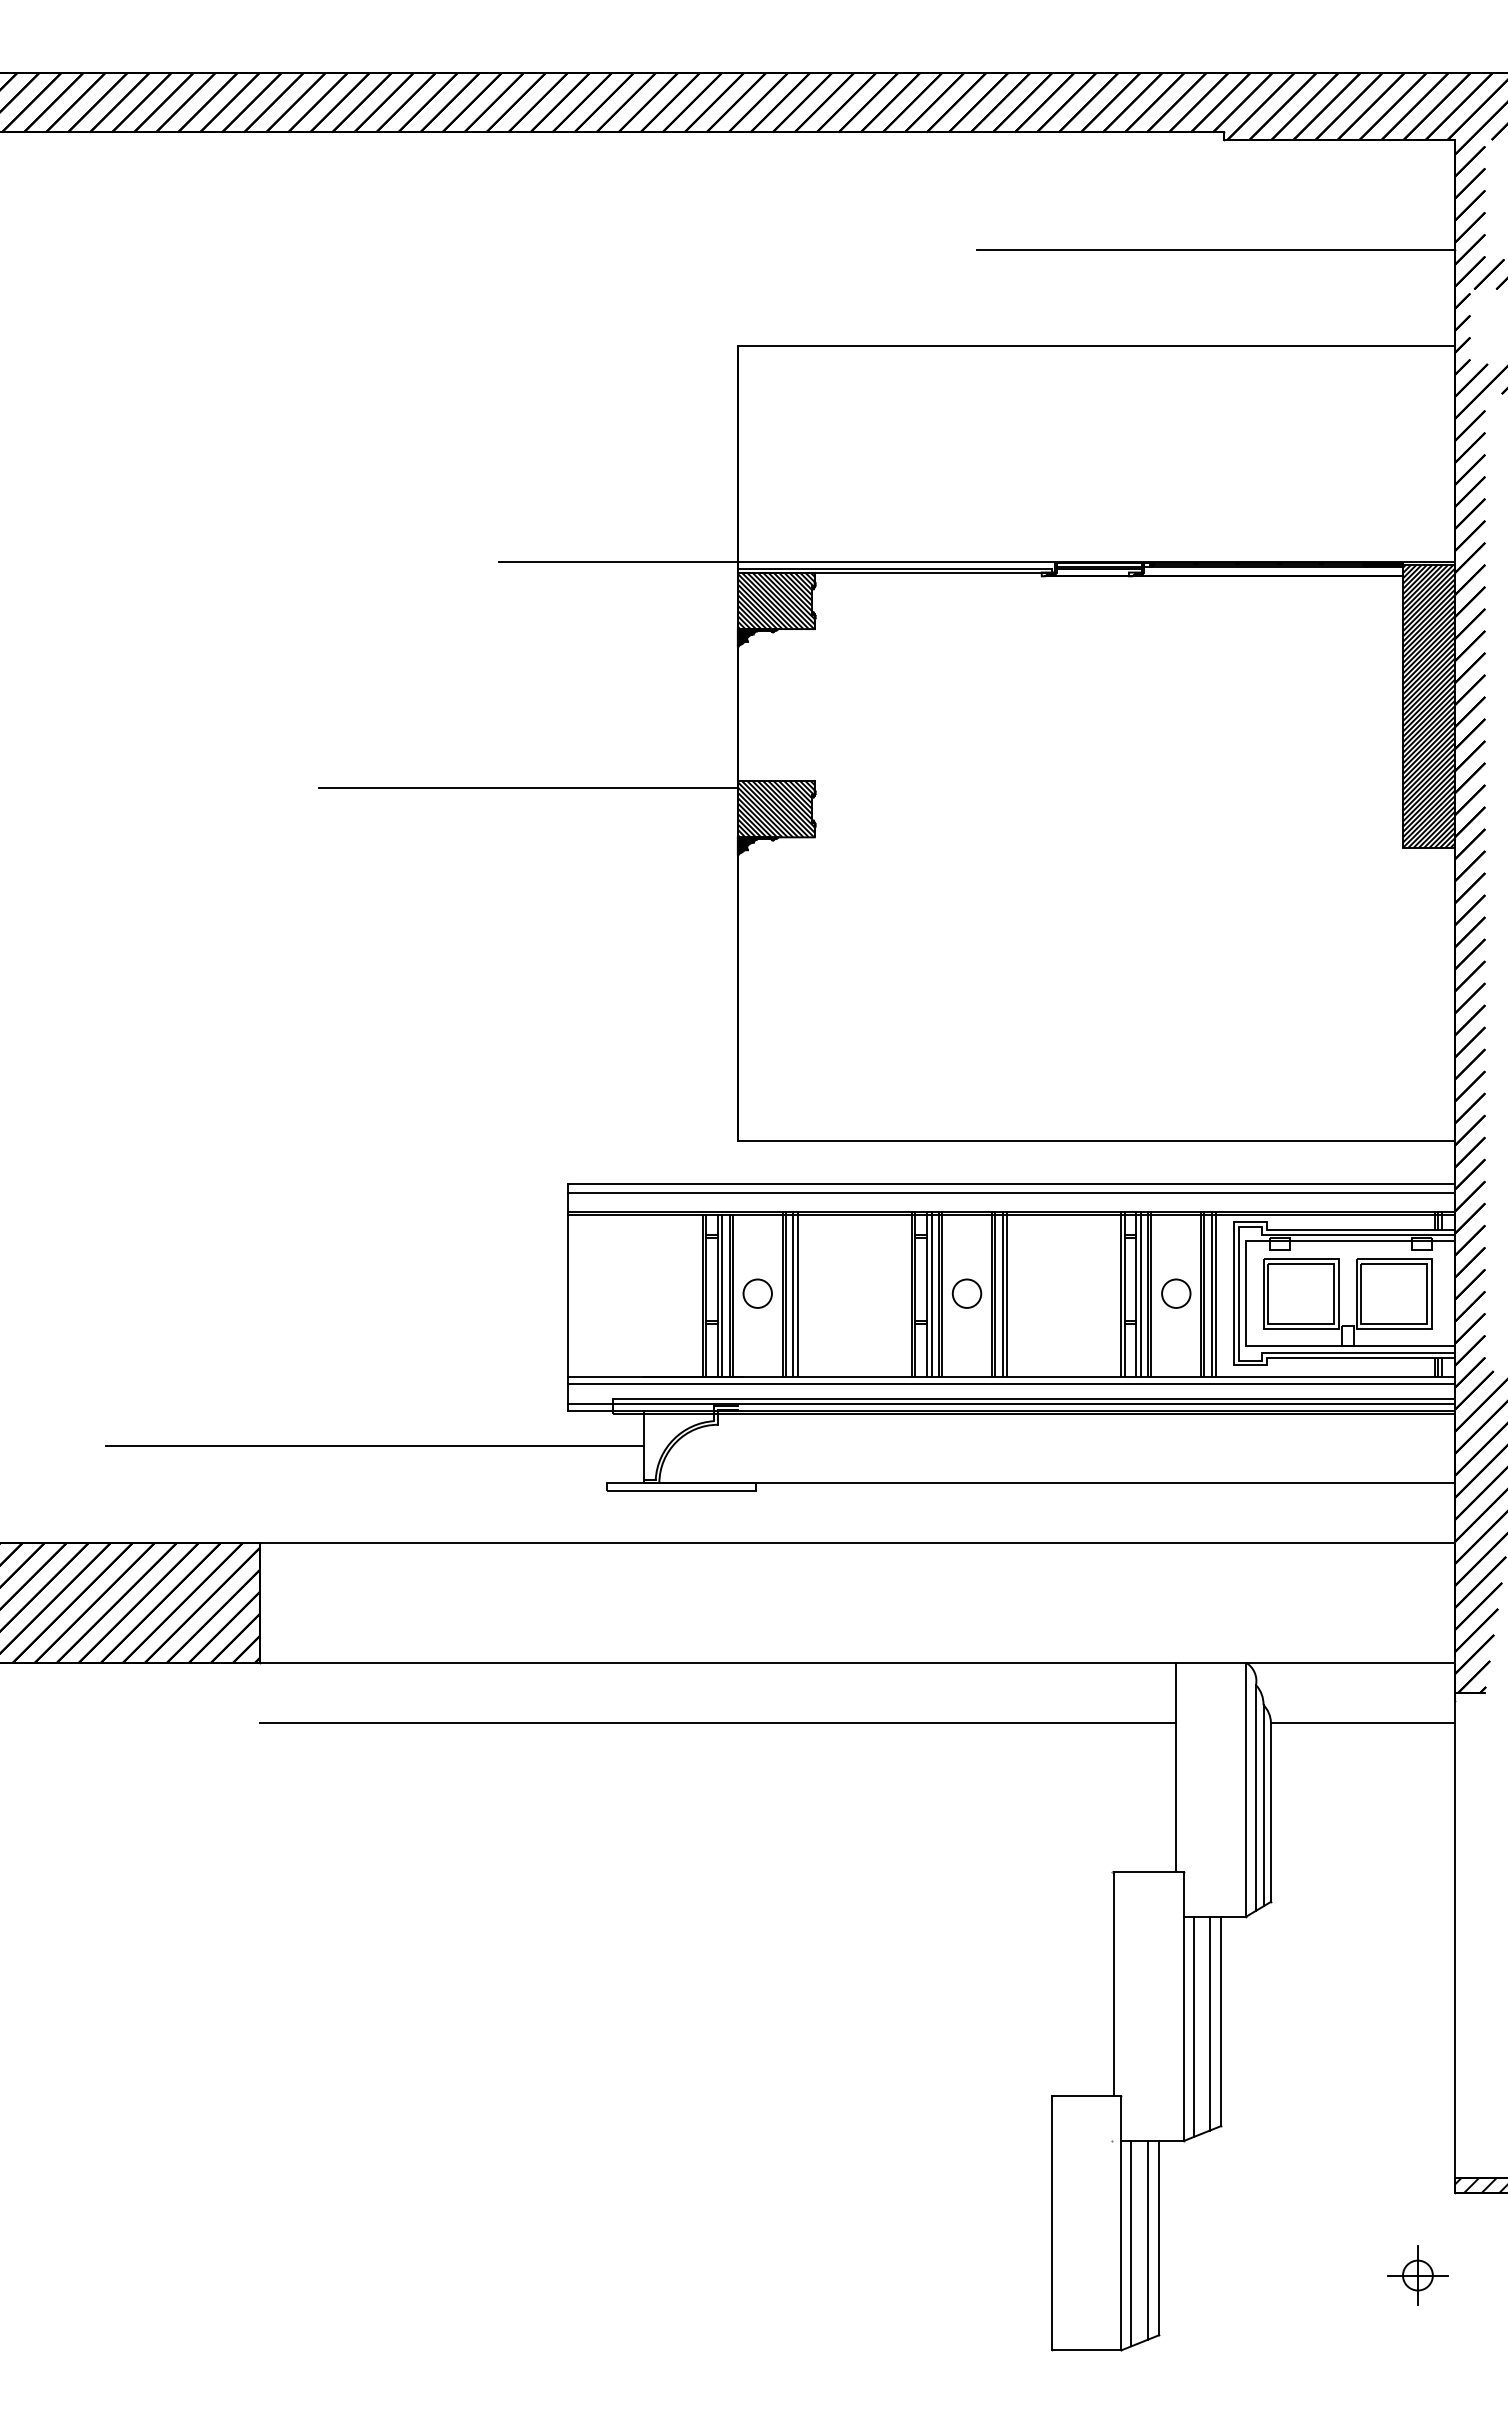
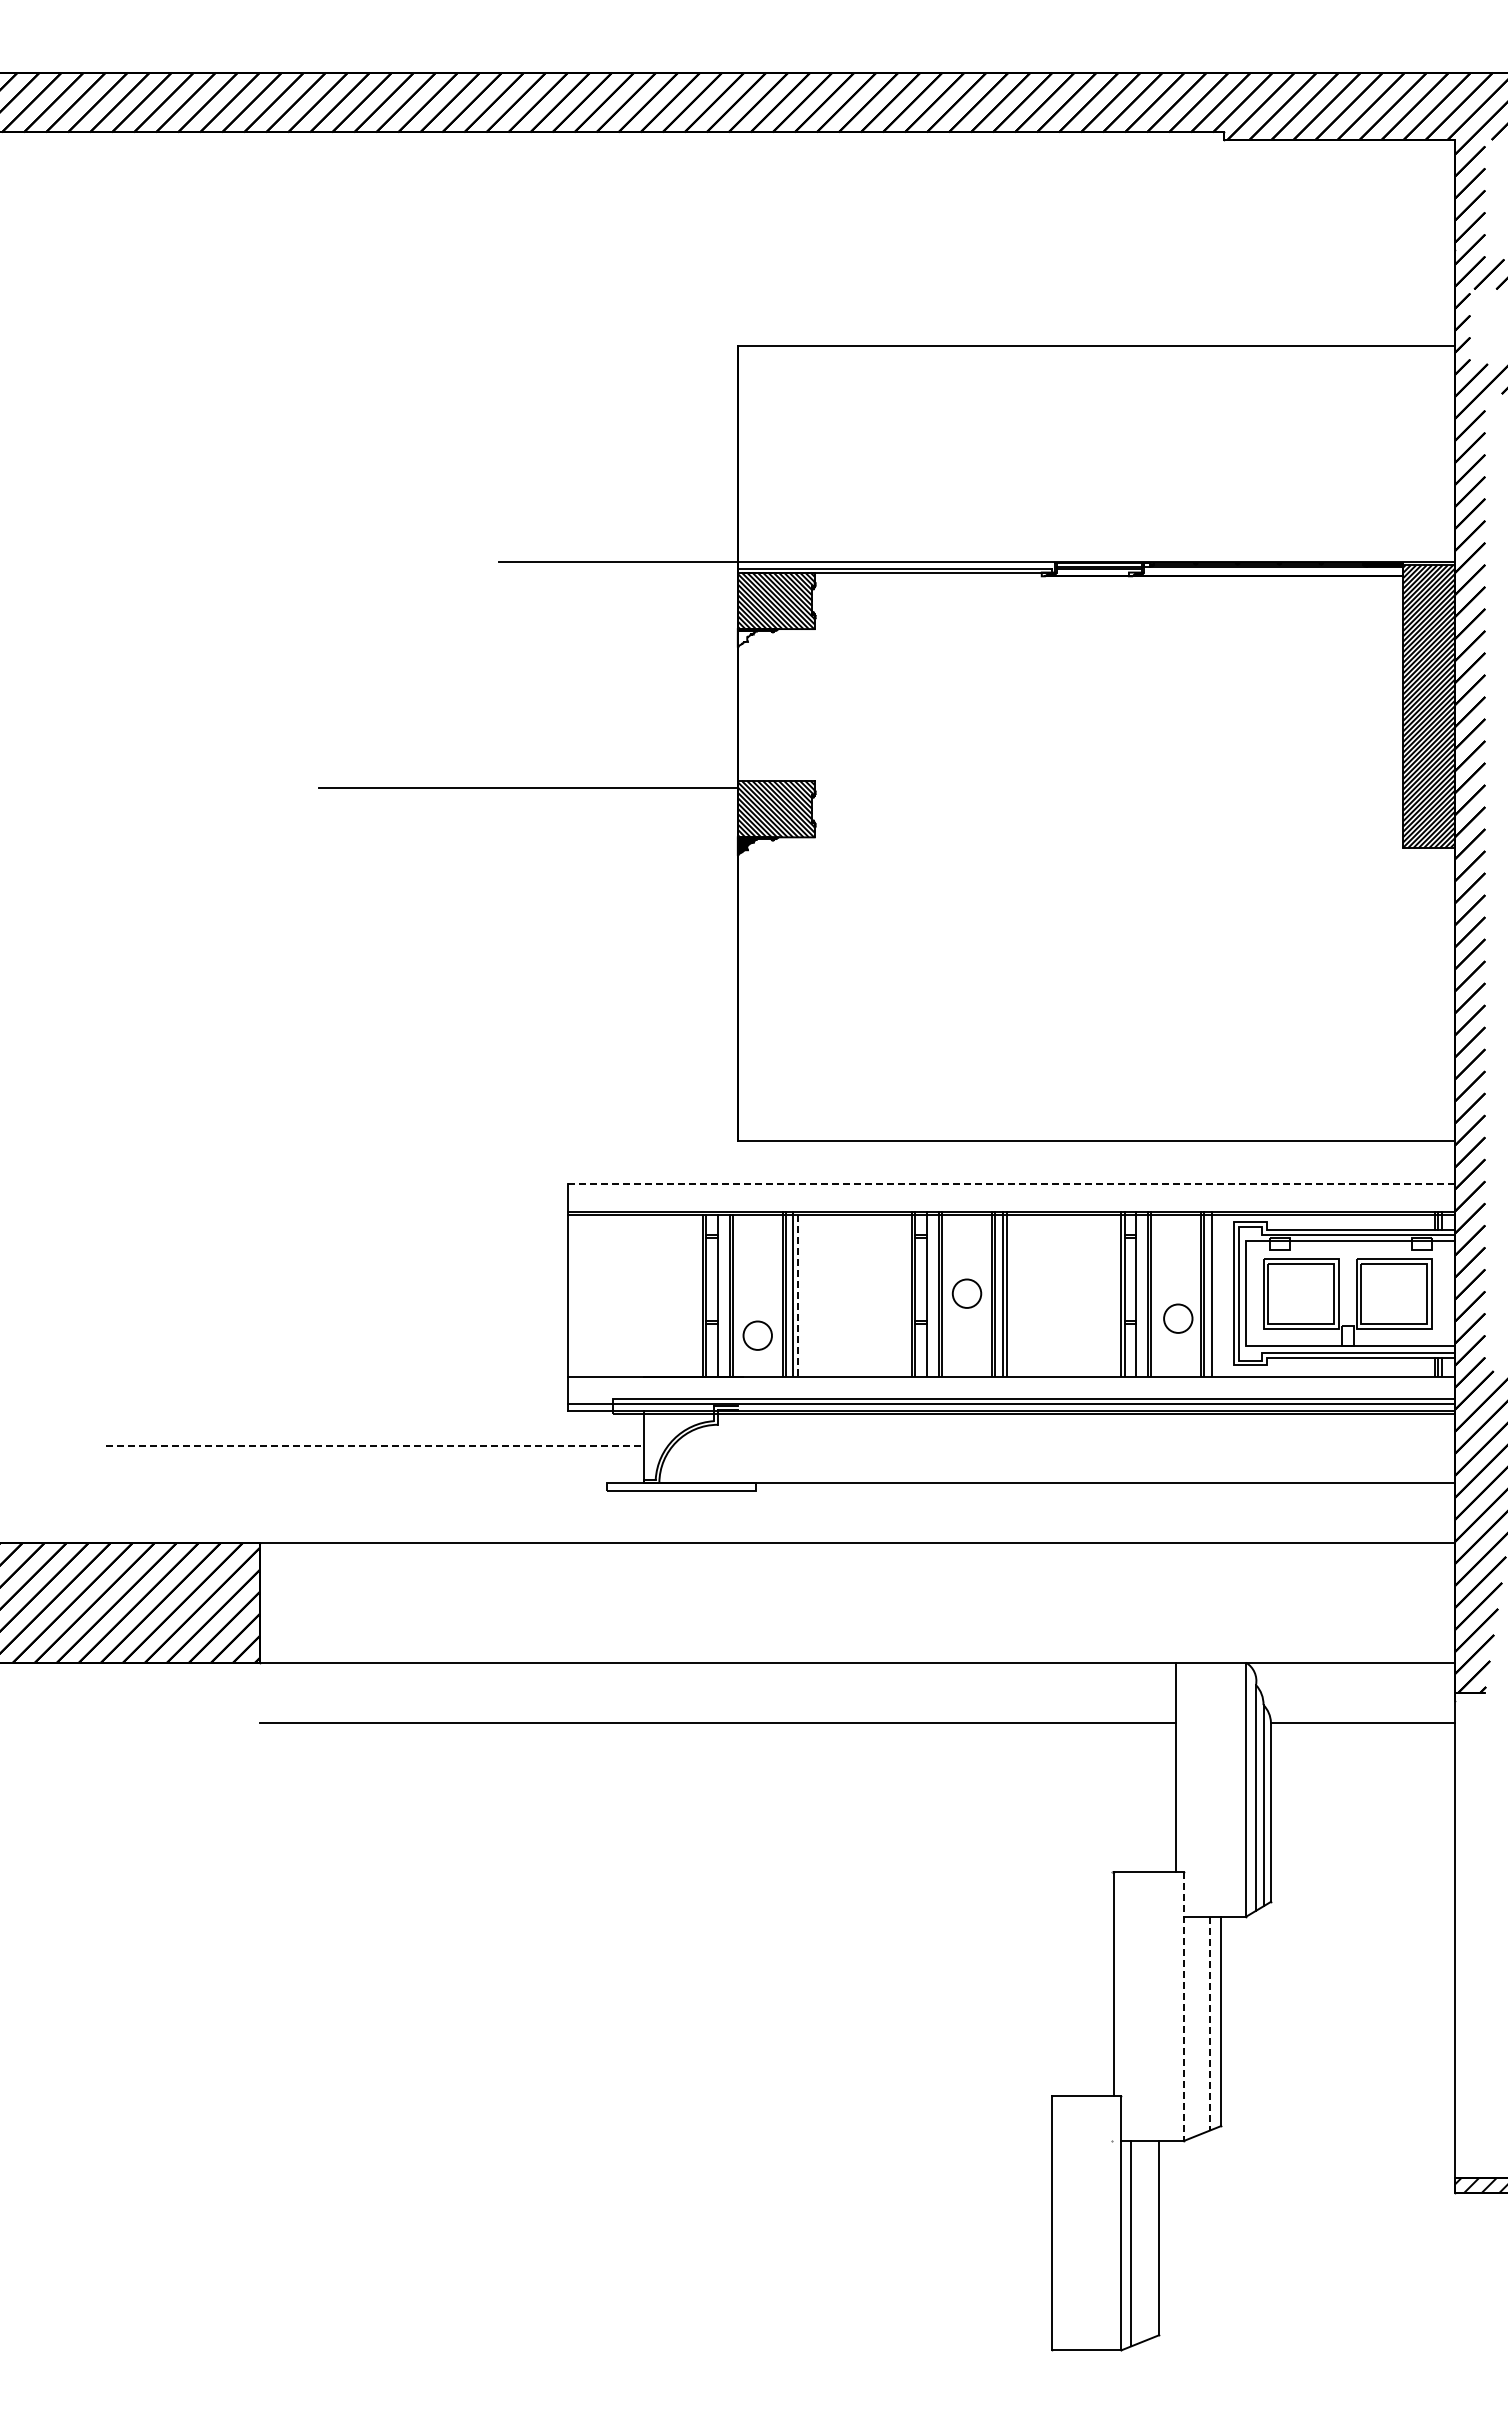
line at (1215, 250): present -> none
hatch at (746, 638): present -> none
line at (1011, 1184): solid -> dashed
line at (1011, 1192): present -> none
circle at (757, 1293) position: (757, 1293) -> (757, 1335)
line at (797, 1293): solid -> dashed
line at (931, 1293): present -> none
line at (1140, 1293): present -> none
circle at (1176, 1293) position: (1176, 1293) -> (1178, 1318)
line at (1216, 1293): present -> none
line at (722, 1295): present -> none
line at (1011, 1384): present -> none
line at (375, 1445): solid -> dashed
line at (1183, 2006): solid -> dashed
line at (1209, 2023): solid -> dashed
line at (1193, 2026): present -> none
line at (1147, 2240): present -> none
part at (1417, 2275): present -> none
